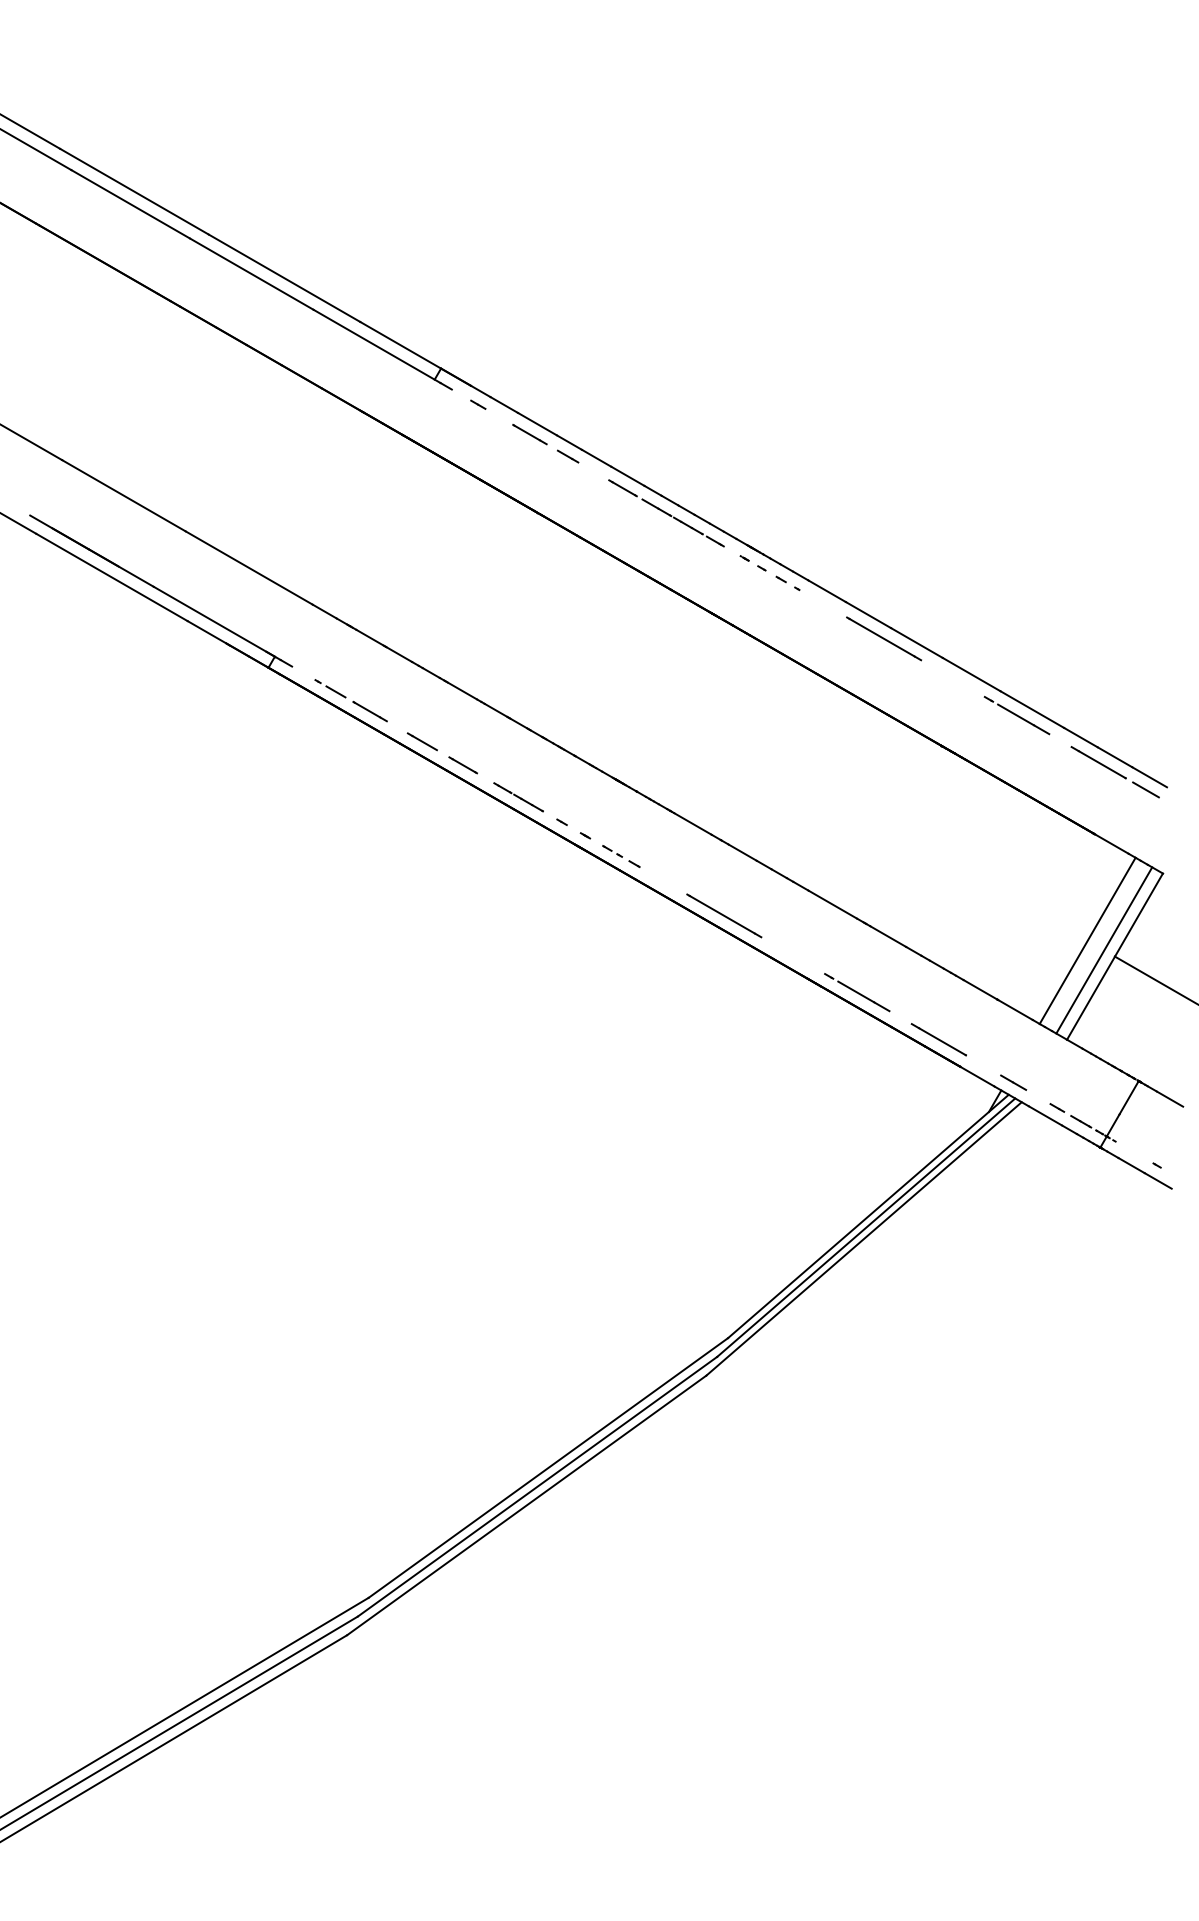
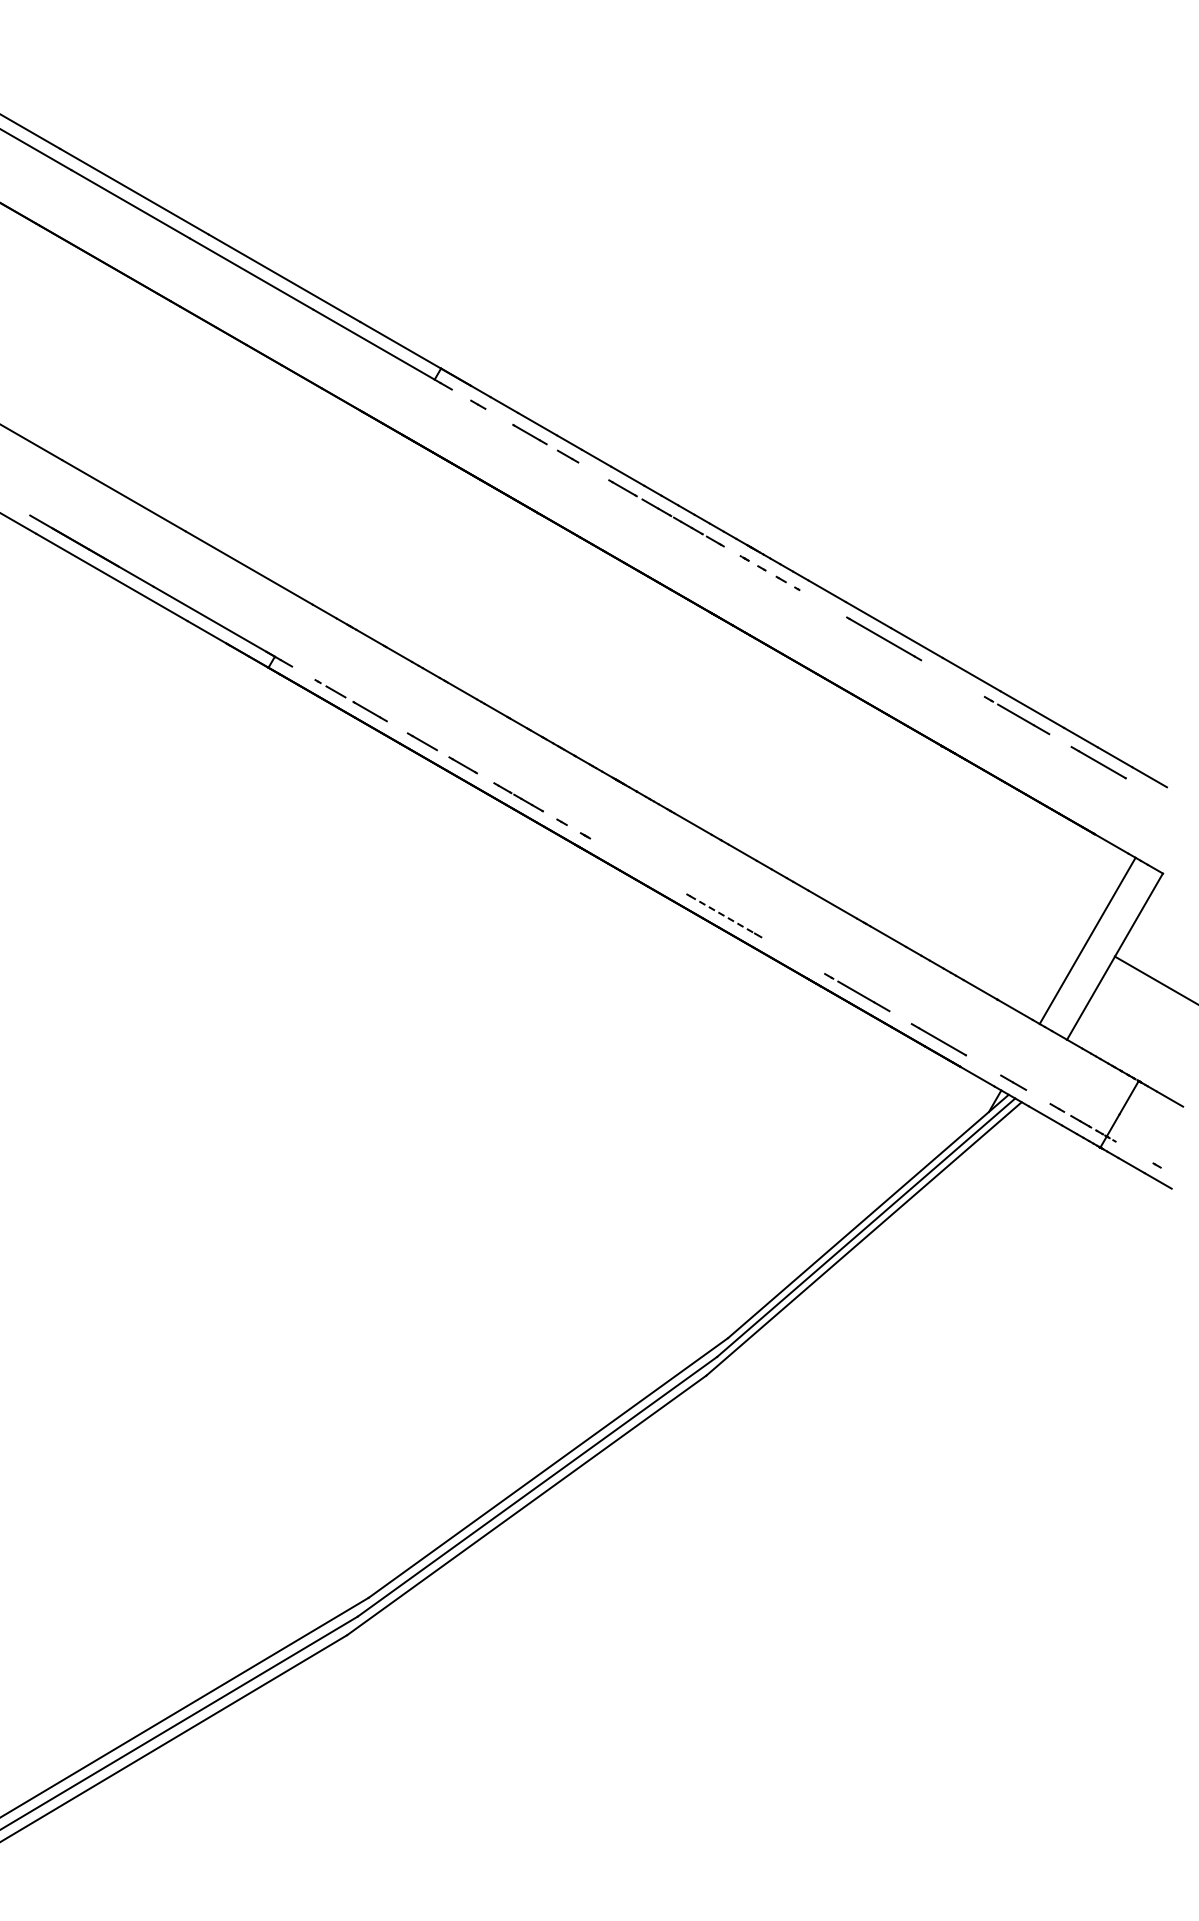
line at (1145, 789): present -> none
part at (621, 856): present -> none
line at (722, 914): solid -> dashed
line at (1104, 950): present -> none
